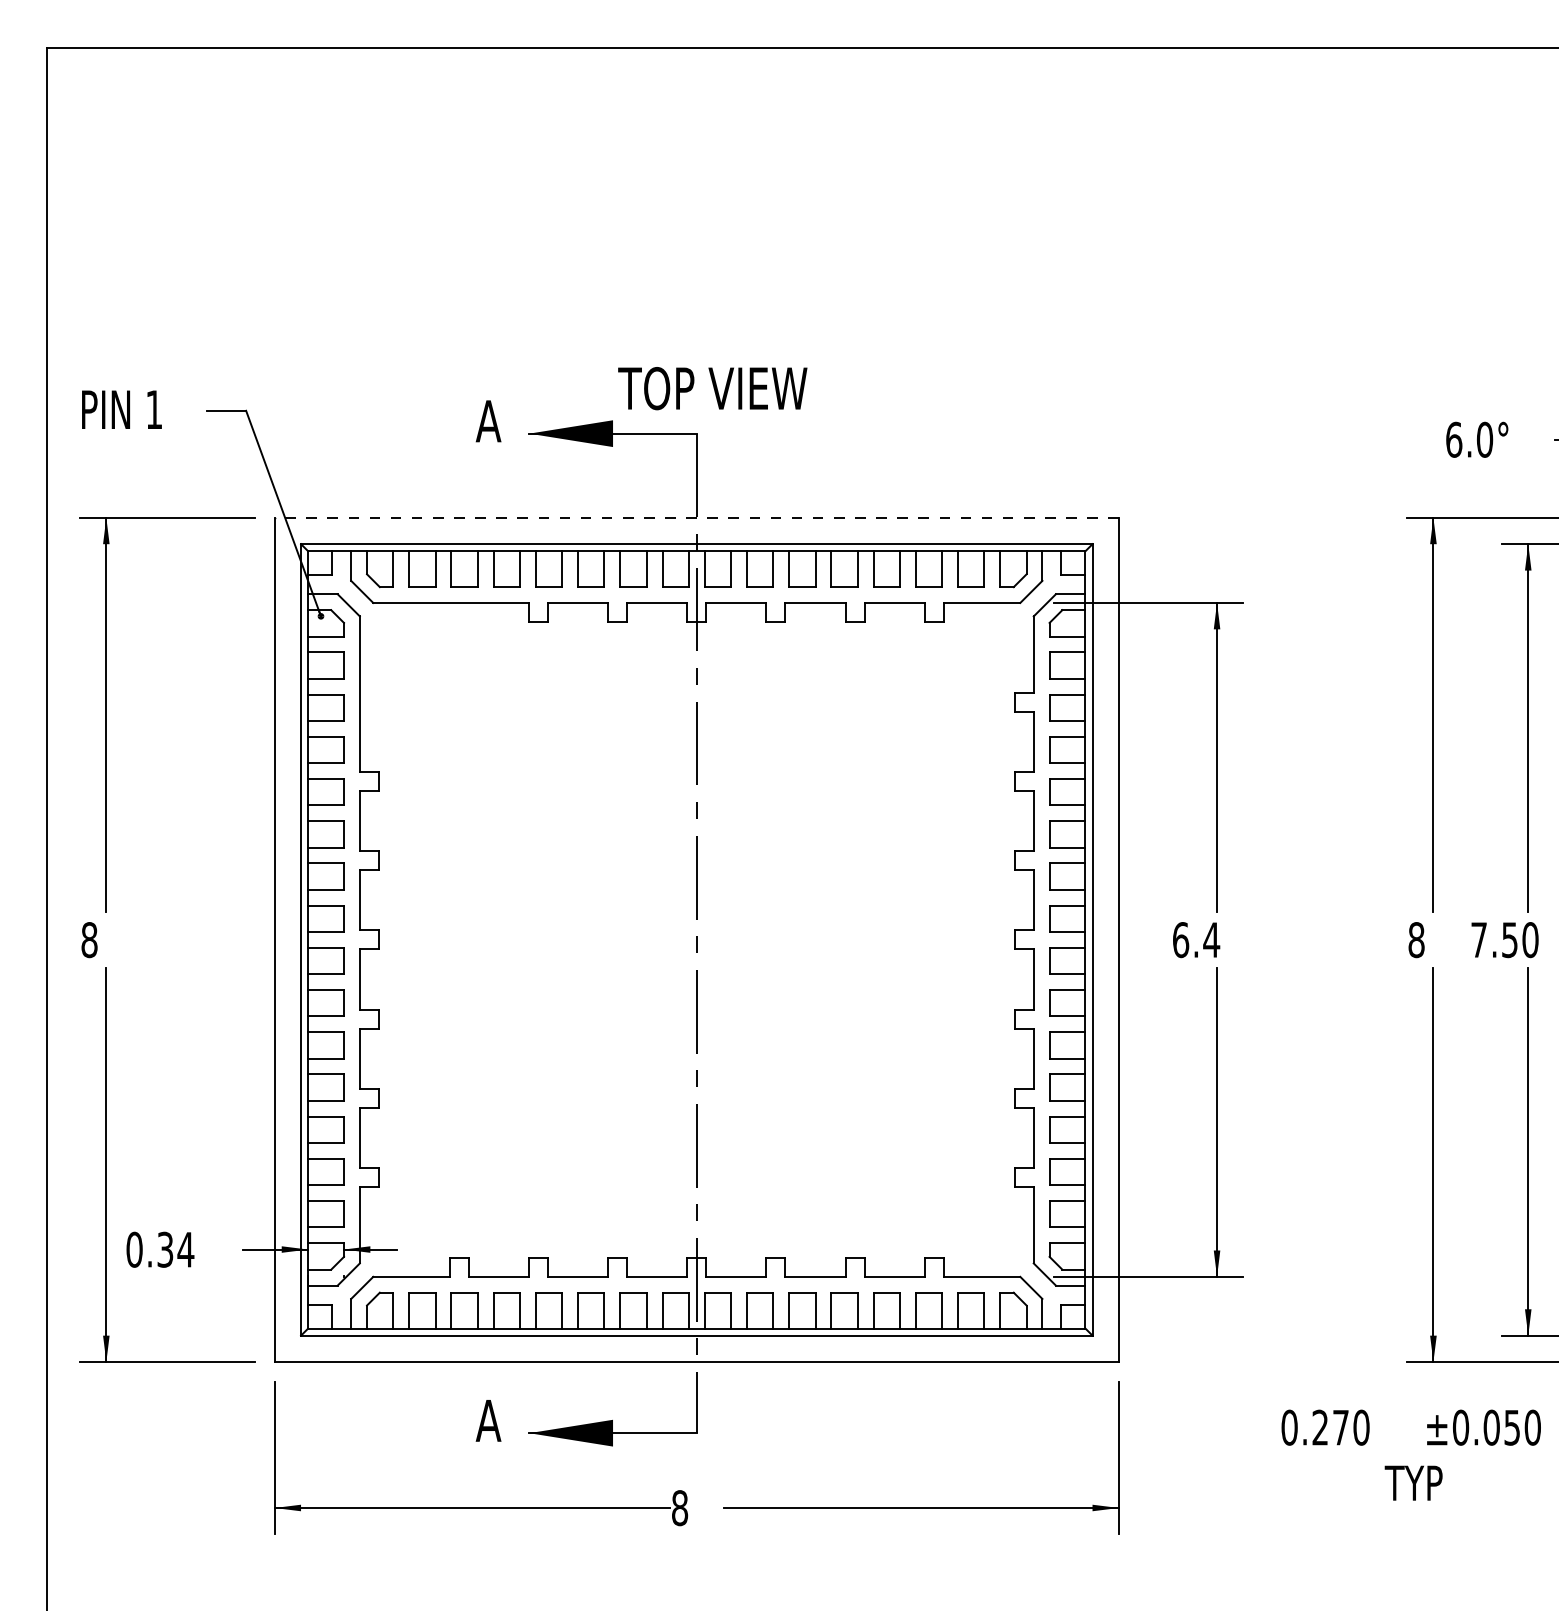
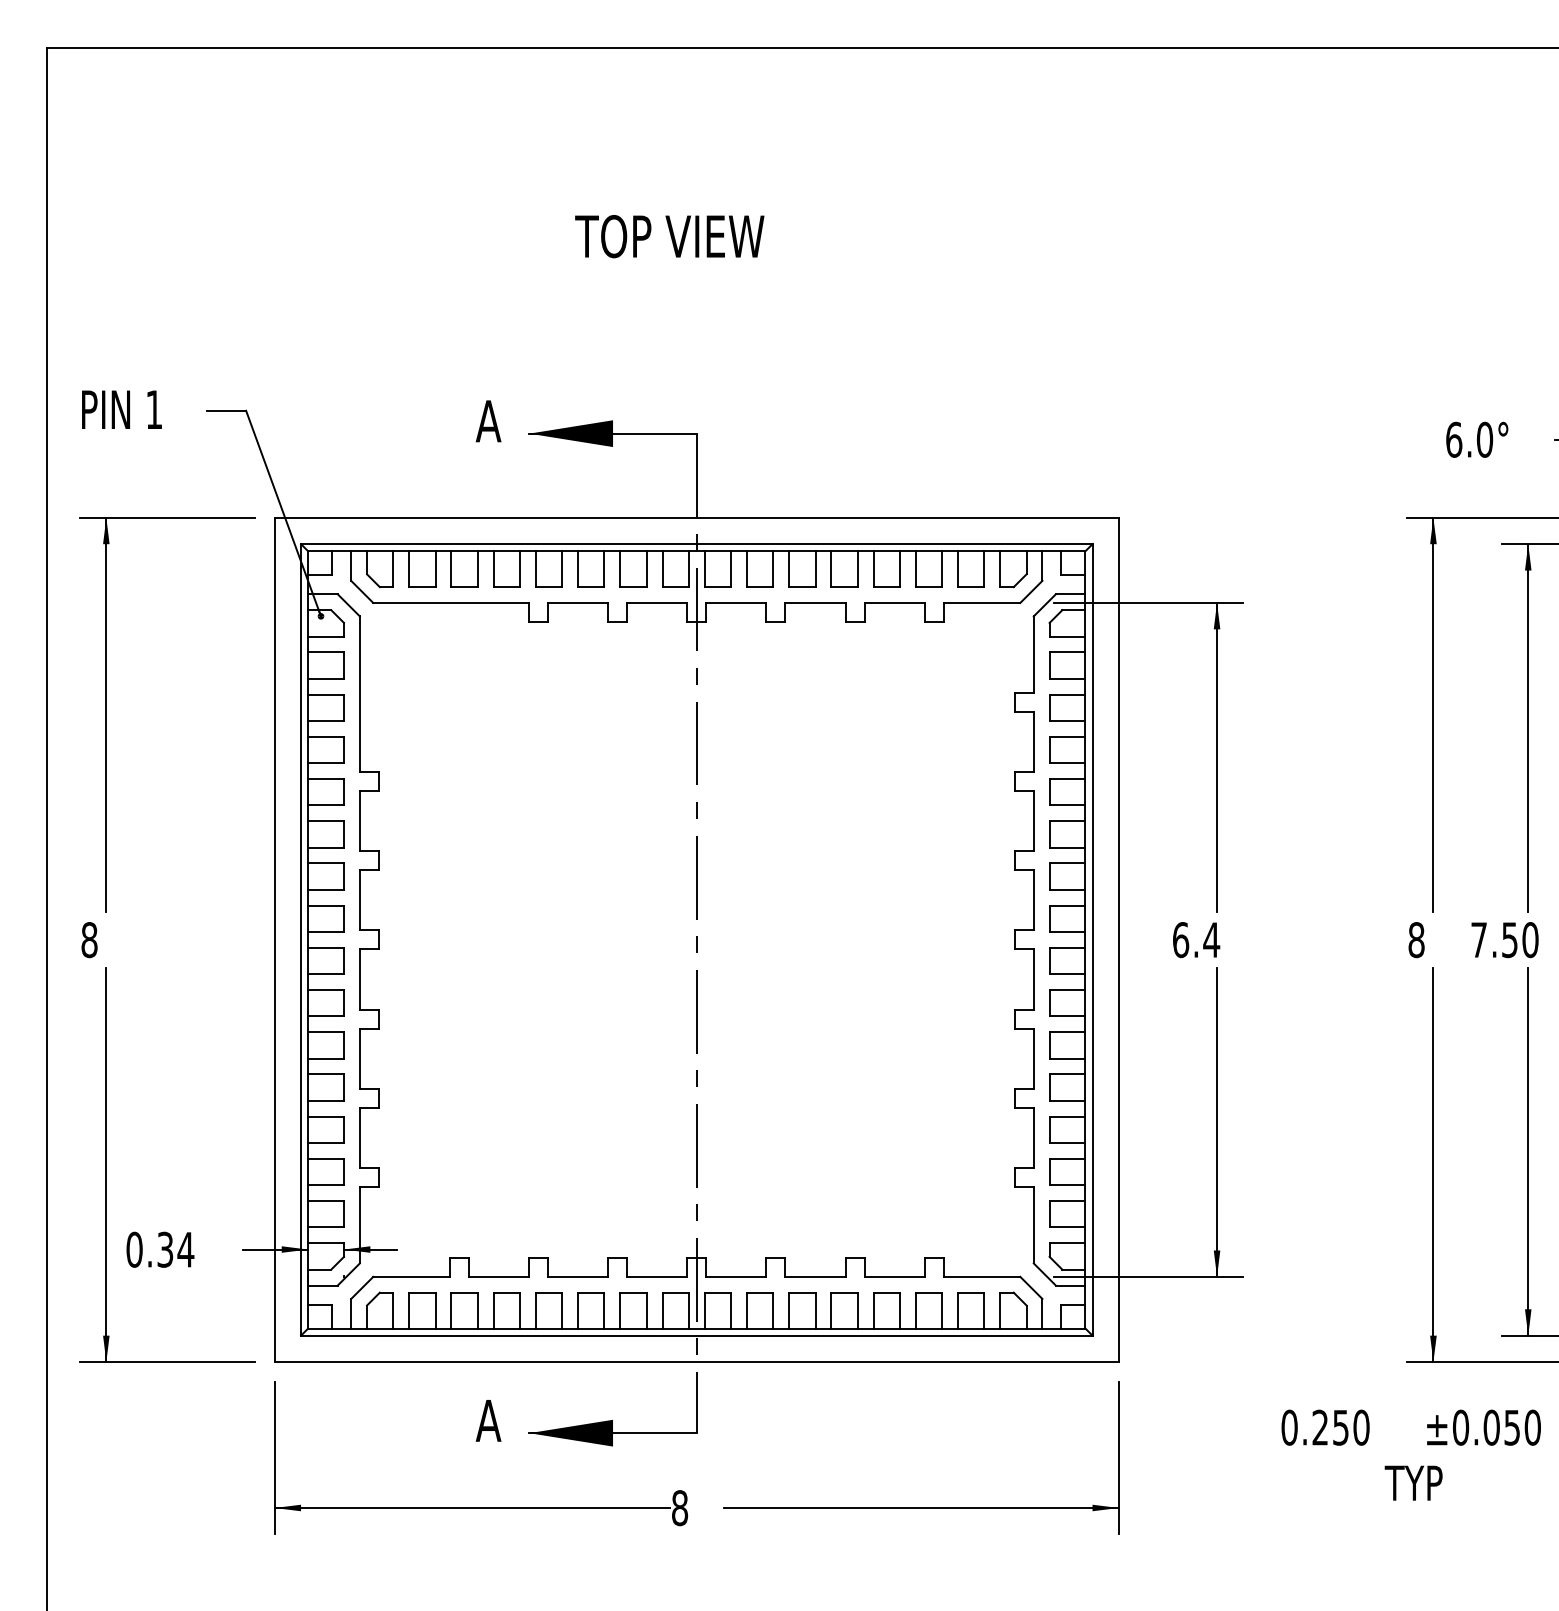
text at (712, 388) position: (712, 388) -> (669, 236)
line at (696, 517): dashed -> solid
text at (1340, 1427): 0.270 -> 0.250
